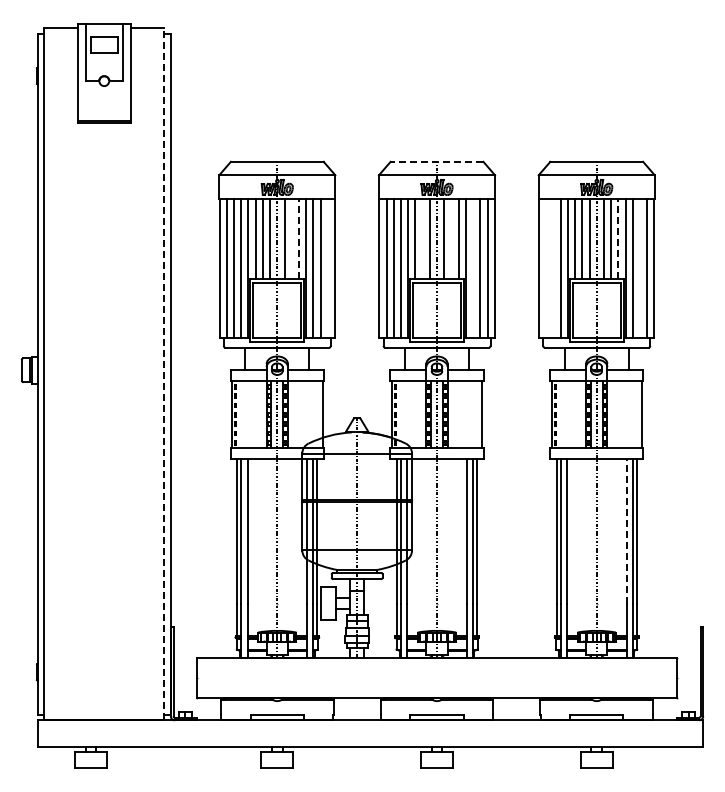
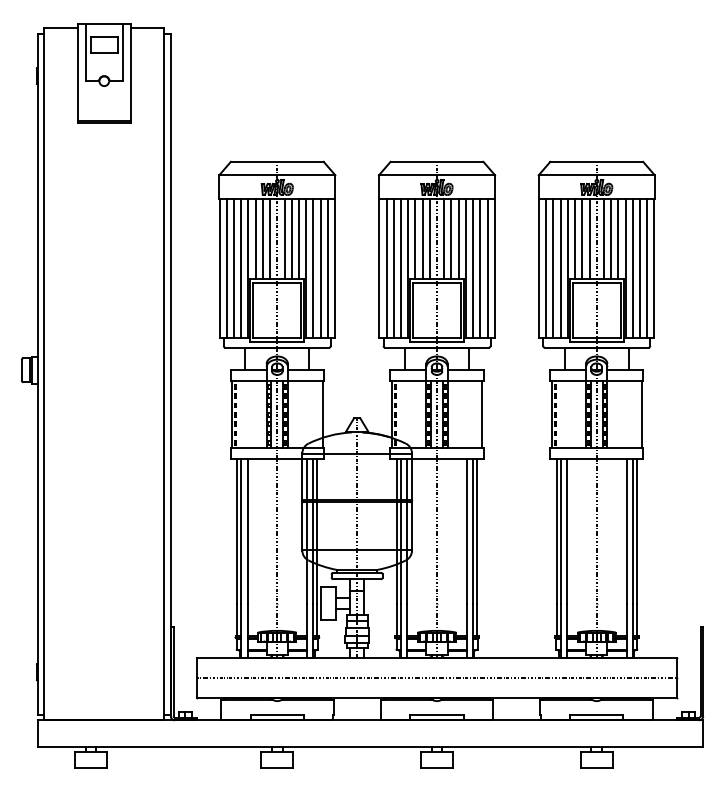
line at (436, 161): dashed -> solid
line at (298, 238): dashed -> solid
line at (618, 238): dashed -> solid
line at (291, 239): none -> present
line at (422, 239): none -> present
line at (451, 239): none -> present
line at (327, 268): none -> present
line at (473, 268): none -> present
line at (546, 268): none -> present
line at (553, 268): none -> present
line at (640, 268): none -> present
line at (164, 373): dashed -> solid
line at (626, 531): dashed -> solid
line at (436, 677): none -> present
